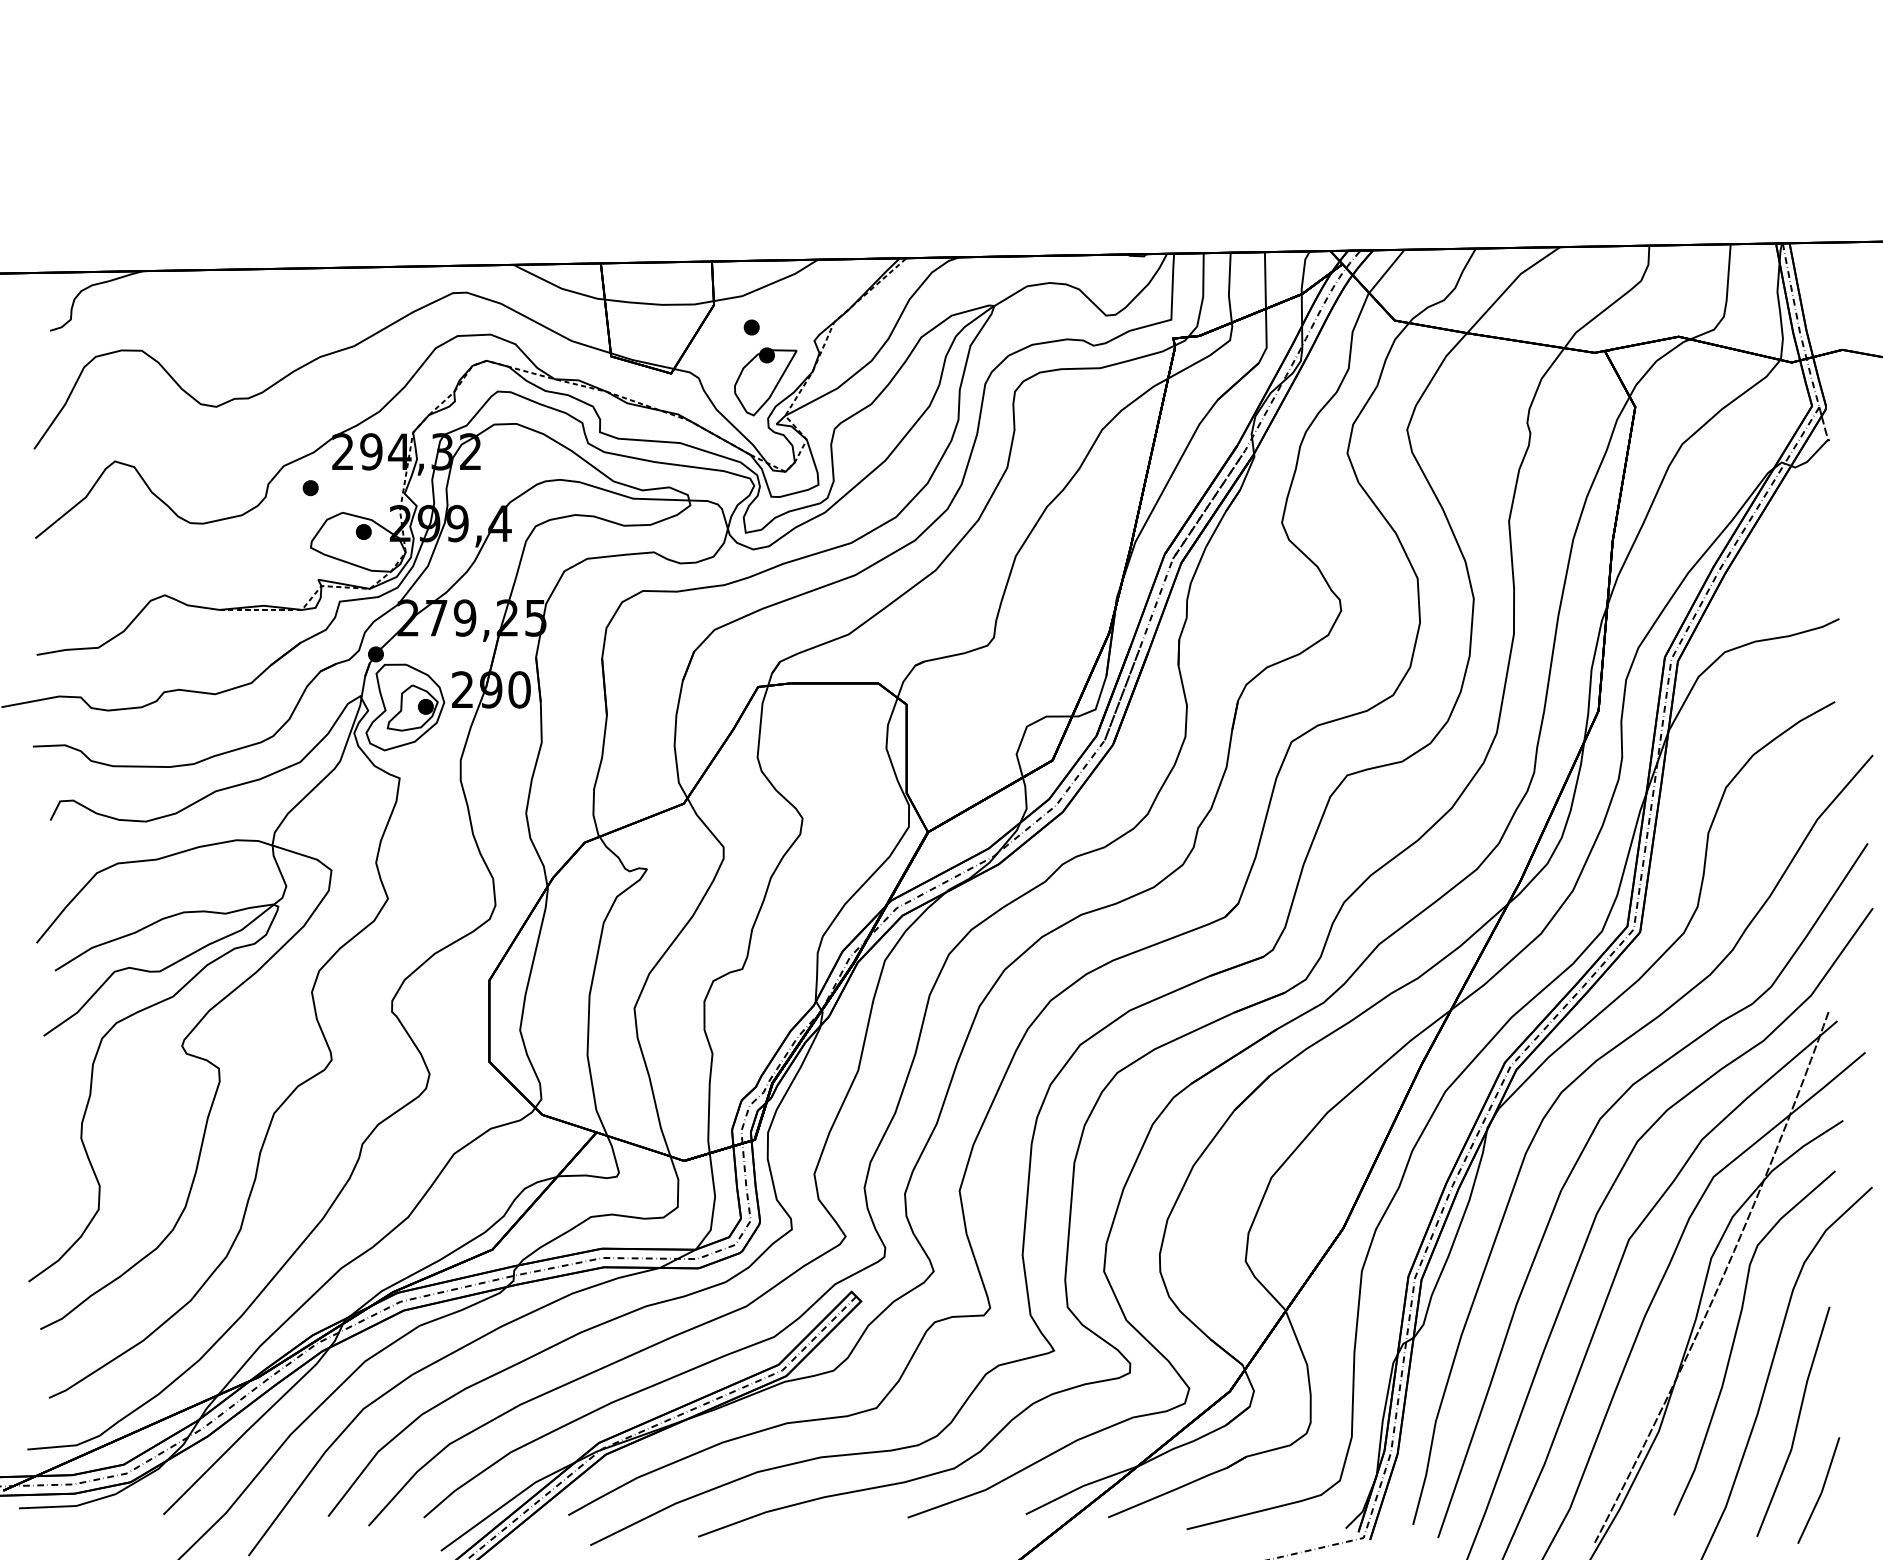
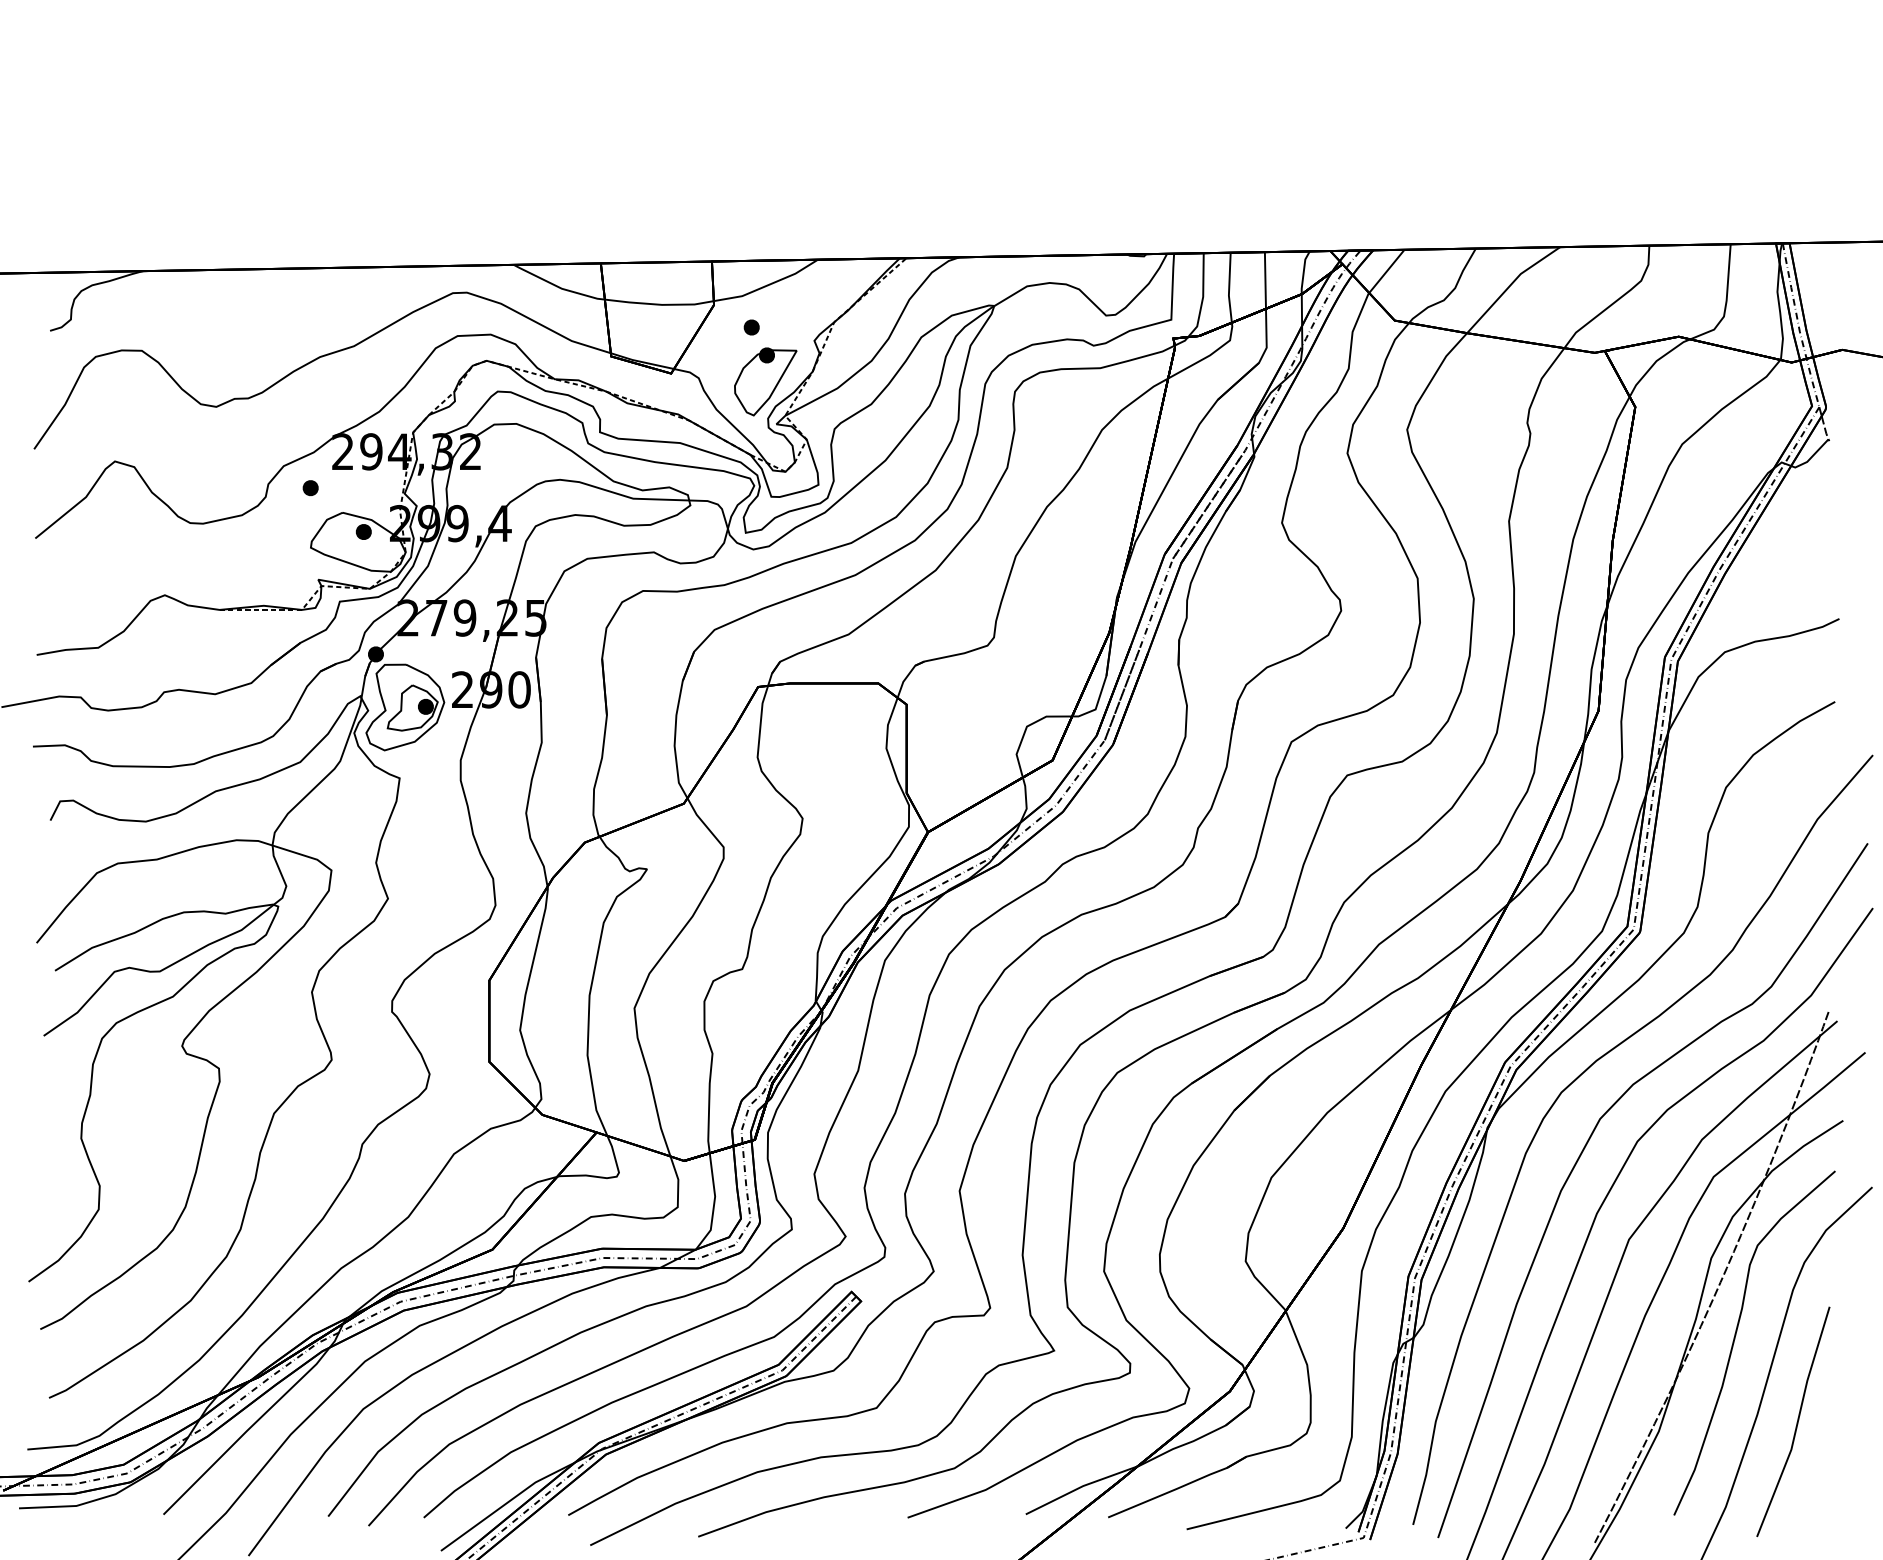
line at (1820, 1492): present -> none
